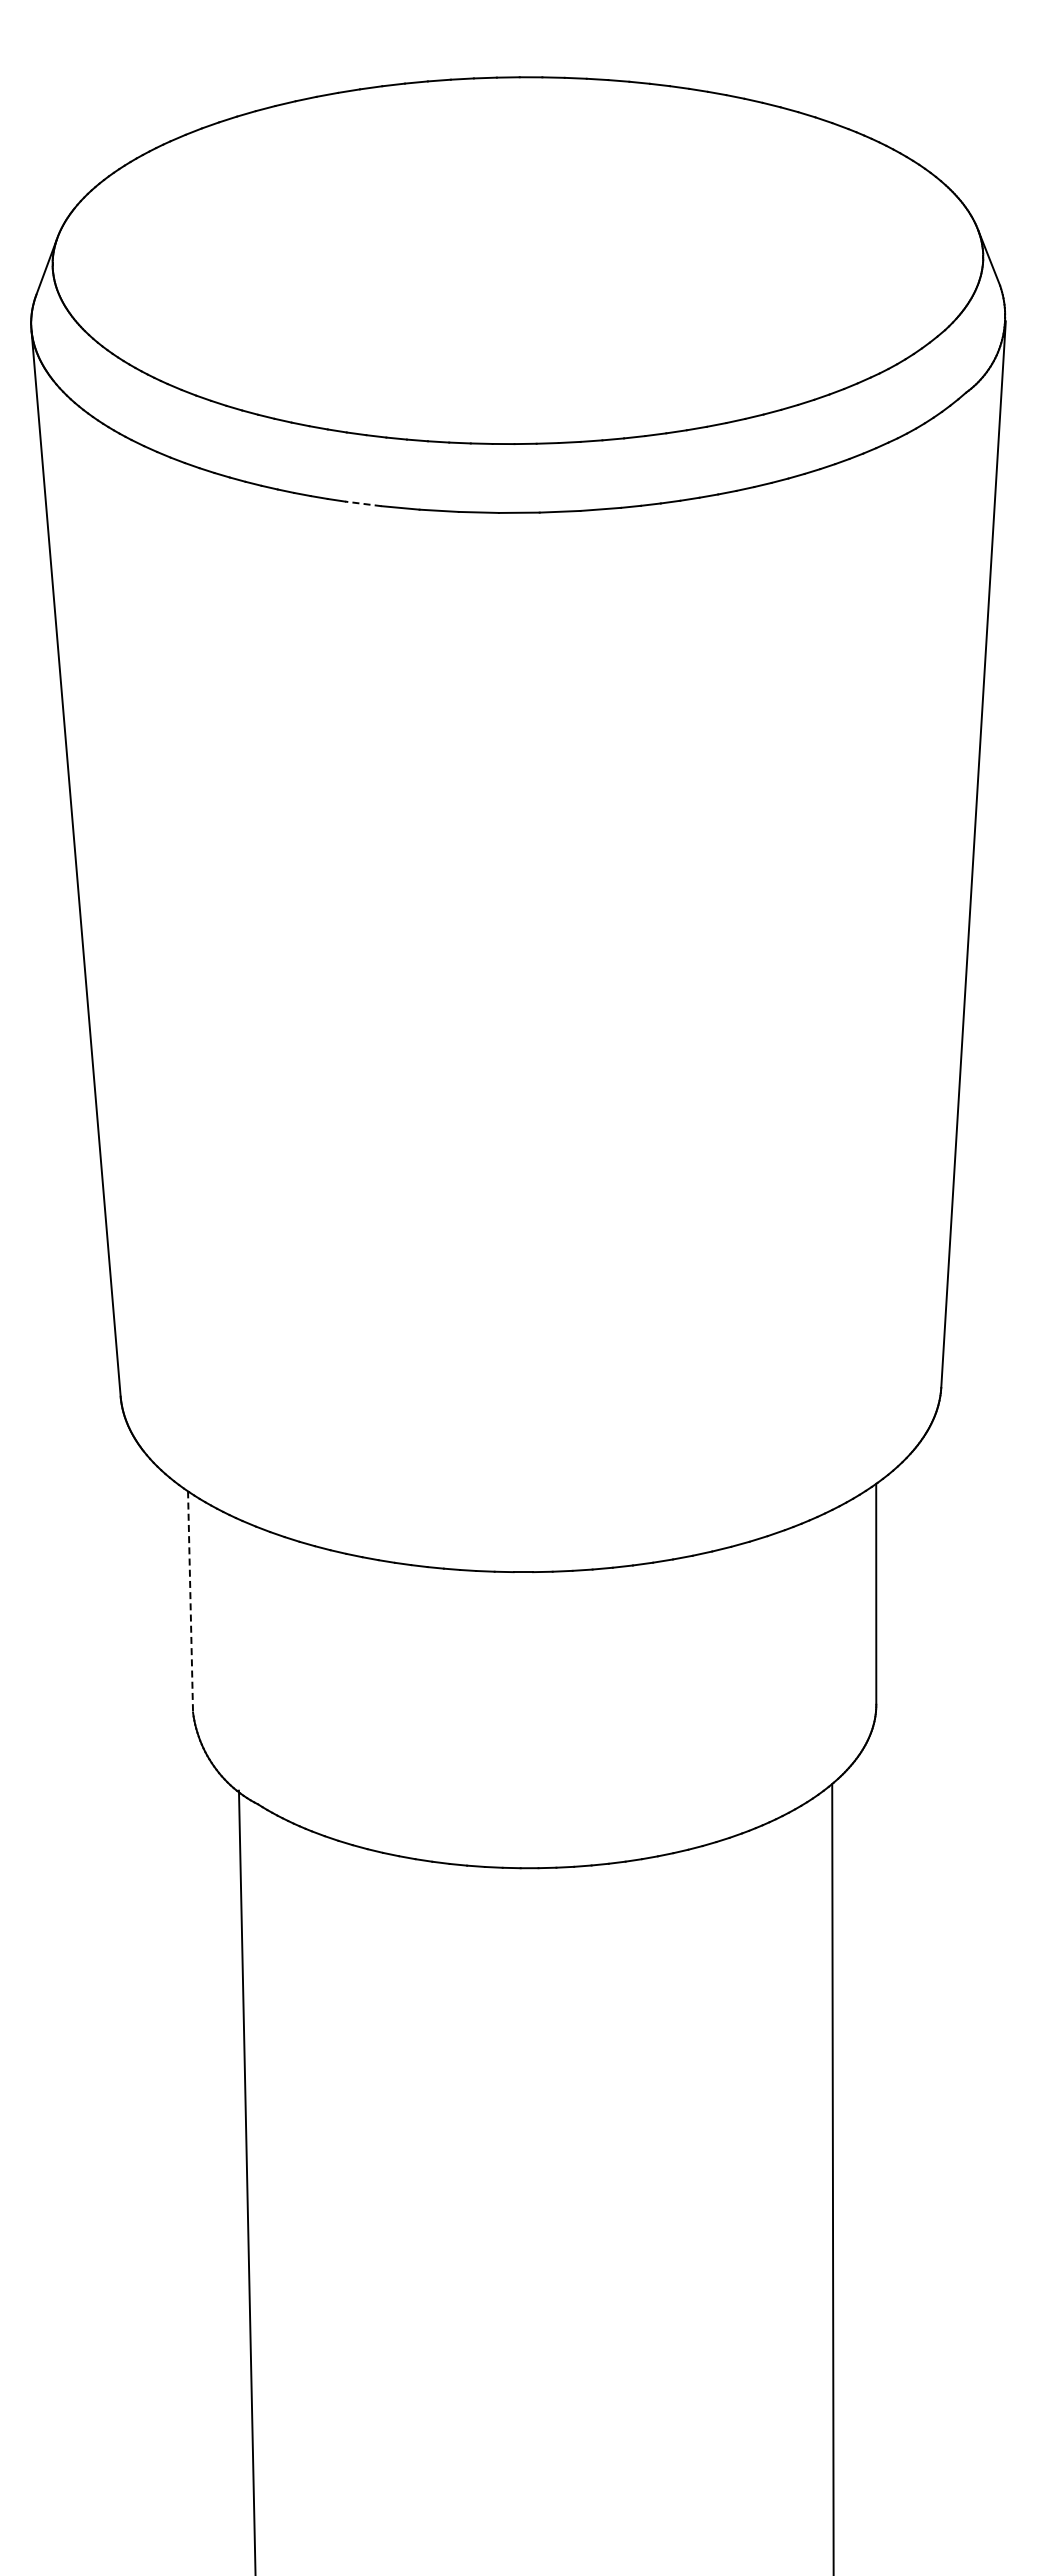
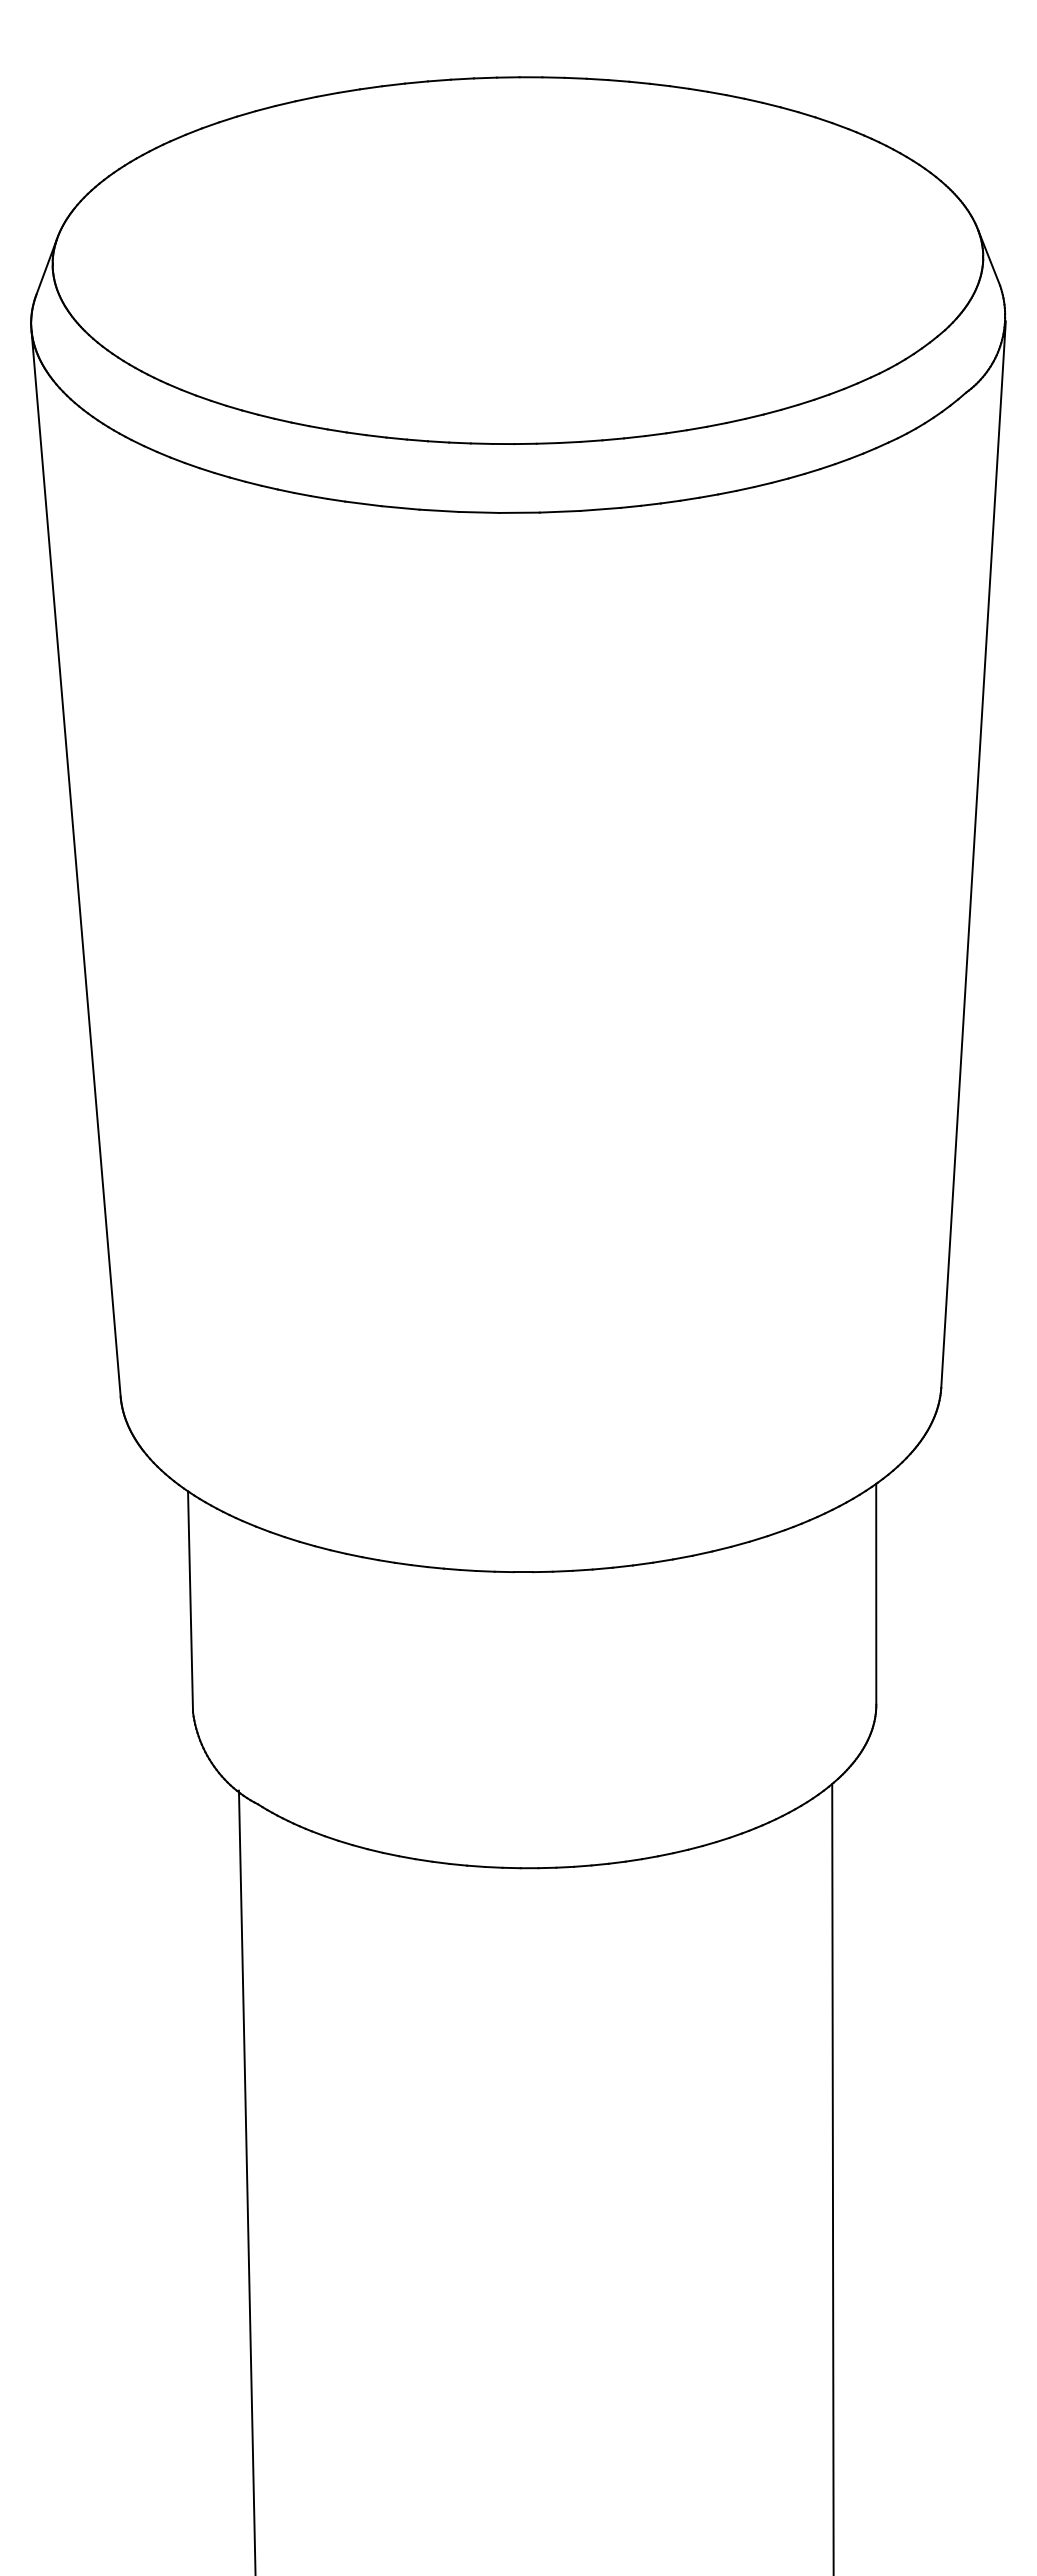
line at (362, 503): dashed -> solid
line at (190, 1601): dashed -> solid
